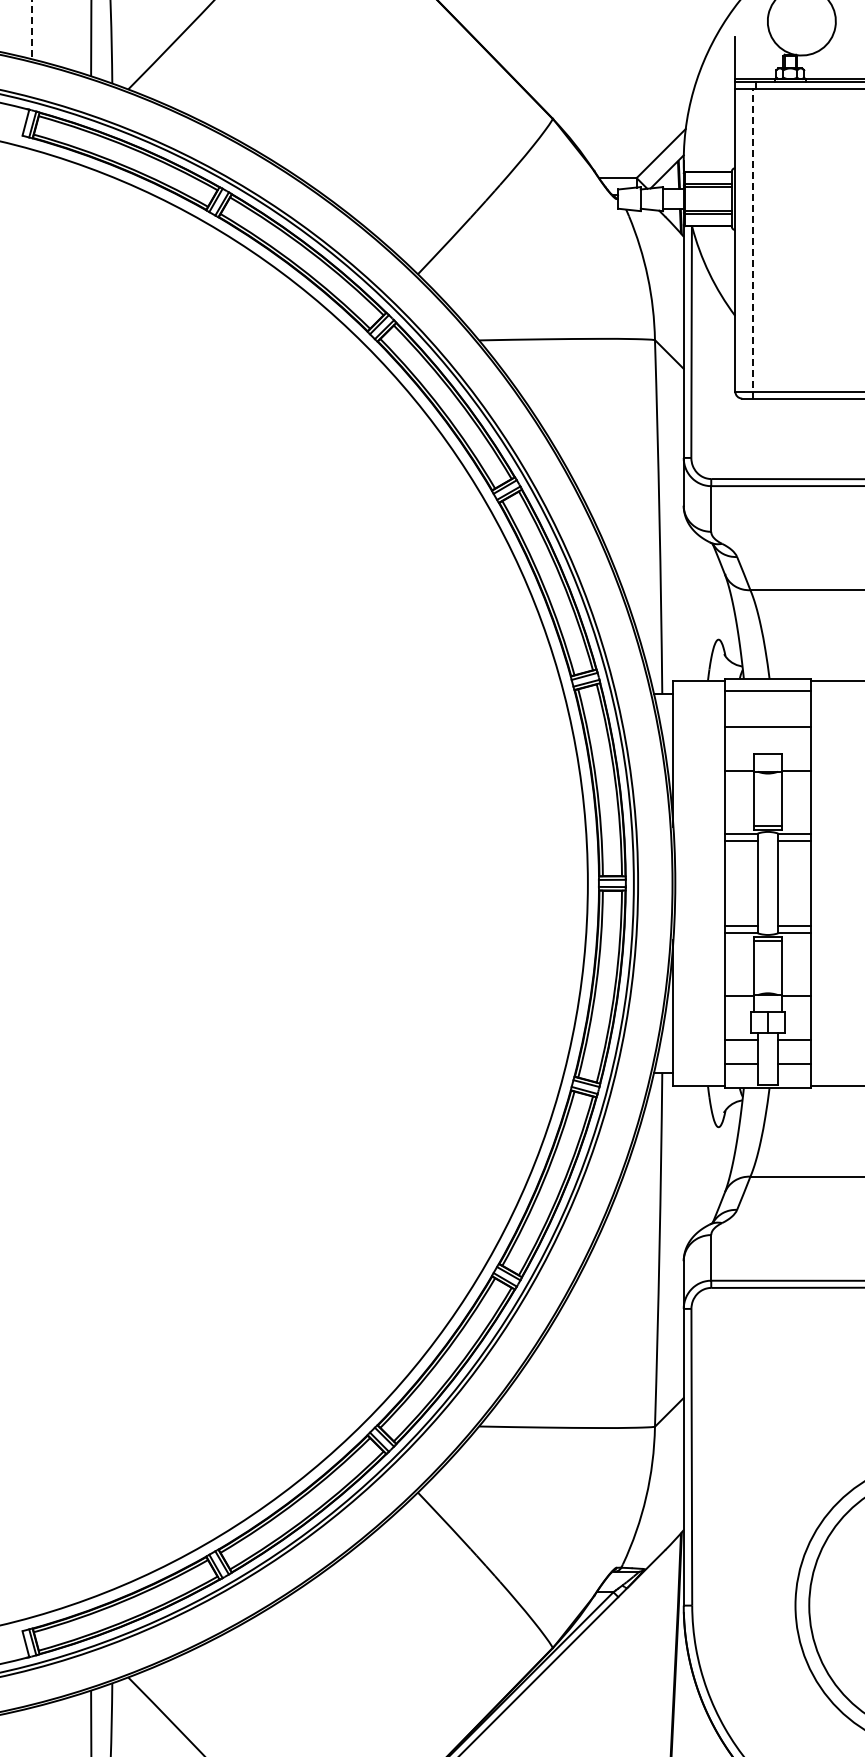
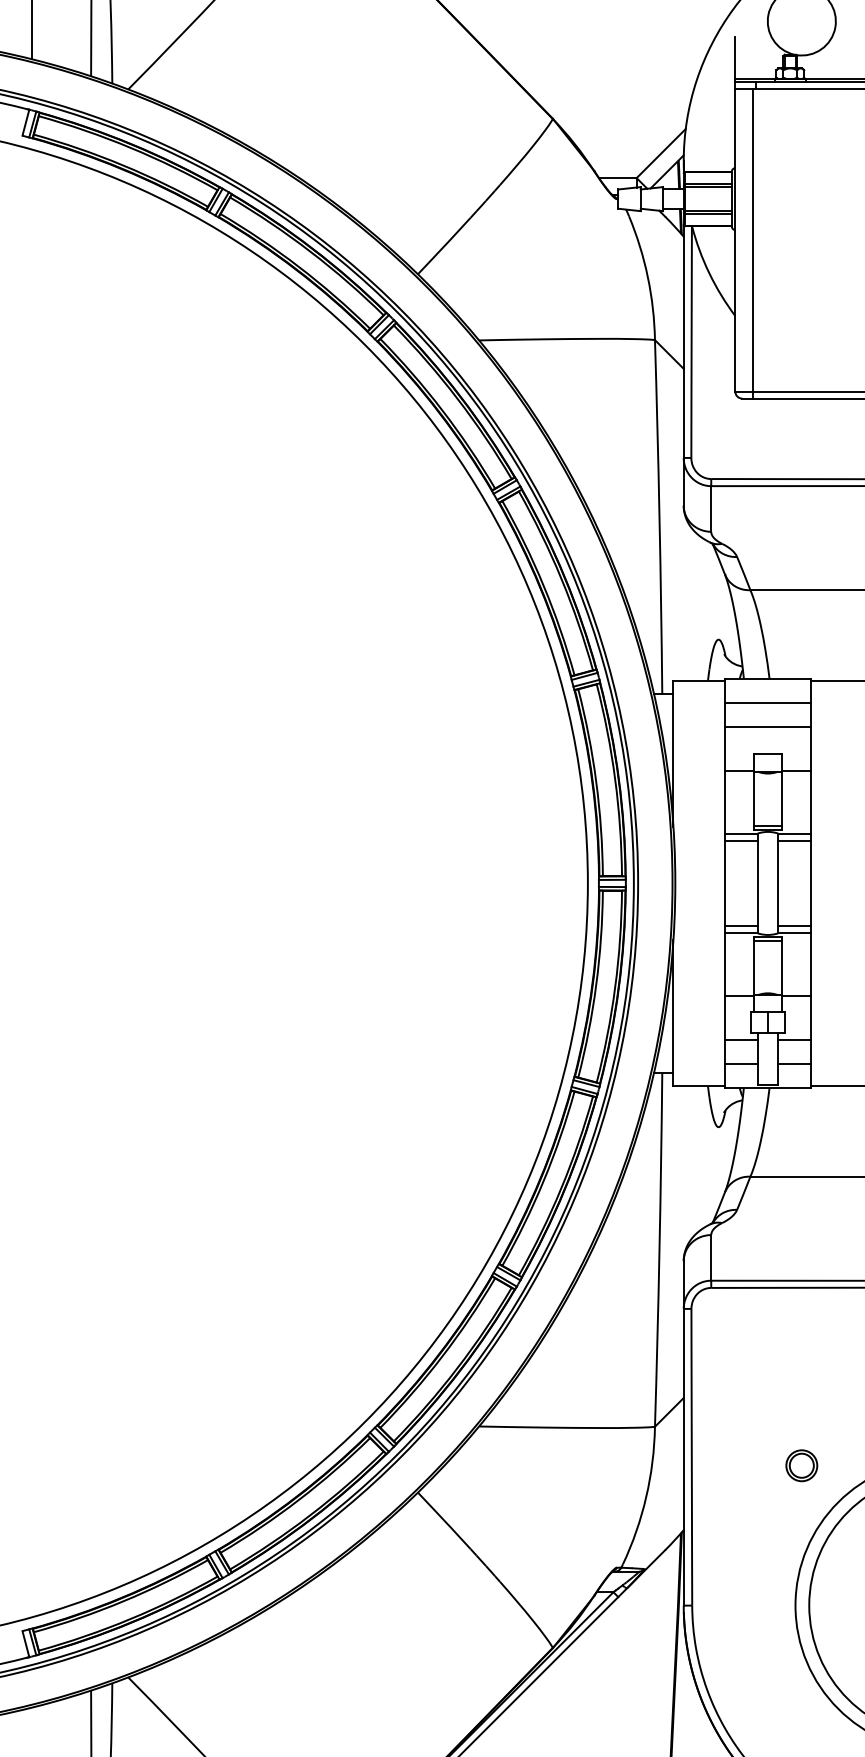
line at (32, 30): dashed -> solid
line at (752, 243): dashed -> solid
line at (767, 691) position: (767, 691) -> (767, 703)
part at (801, 1465): none -> present
